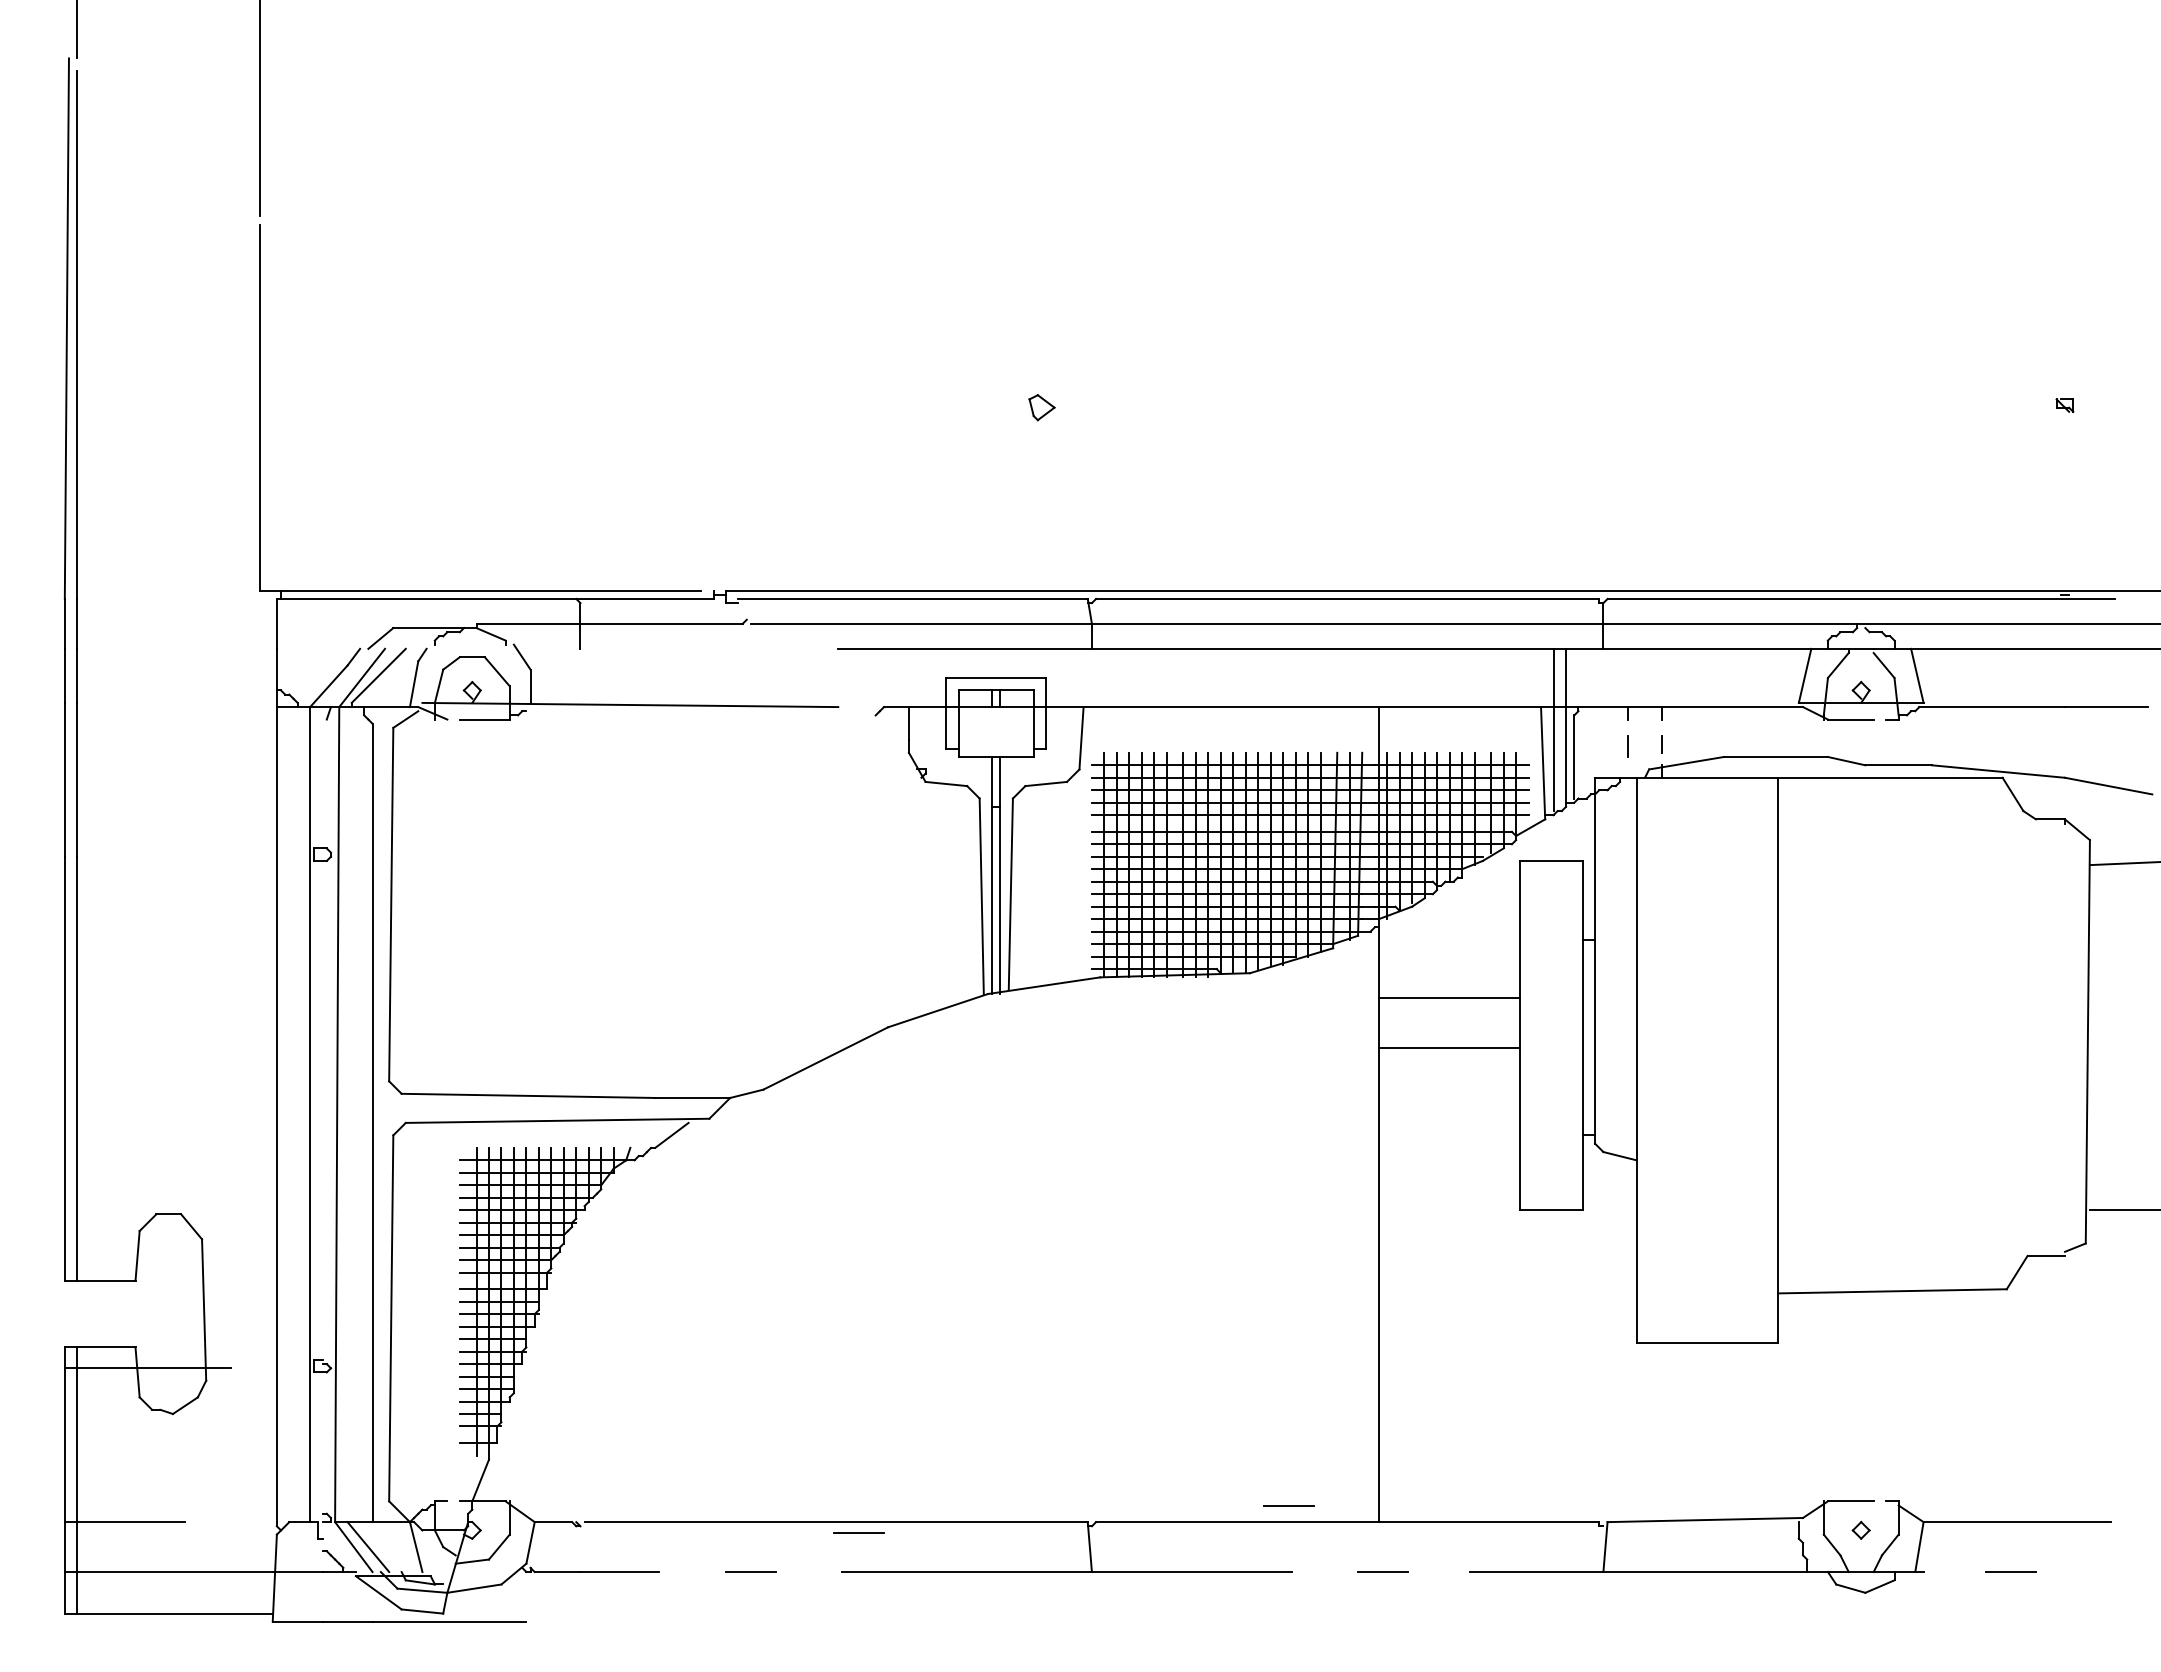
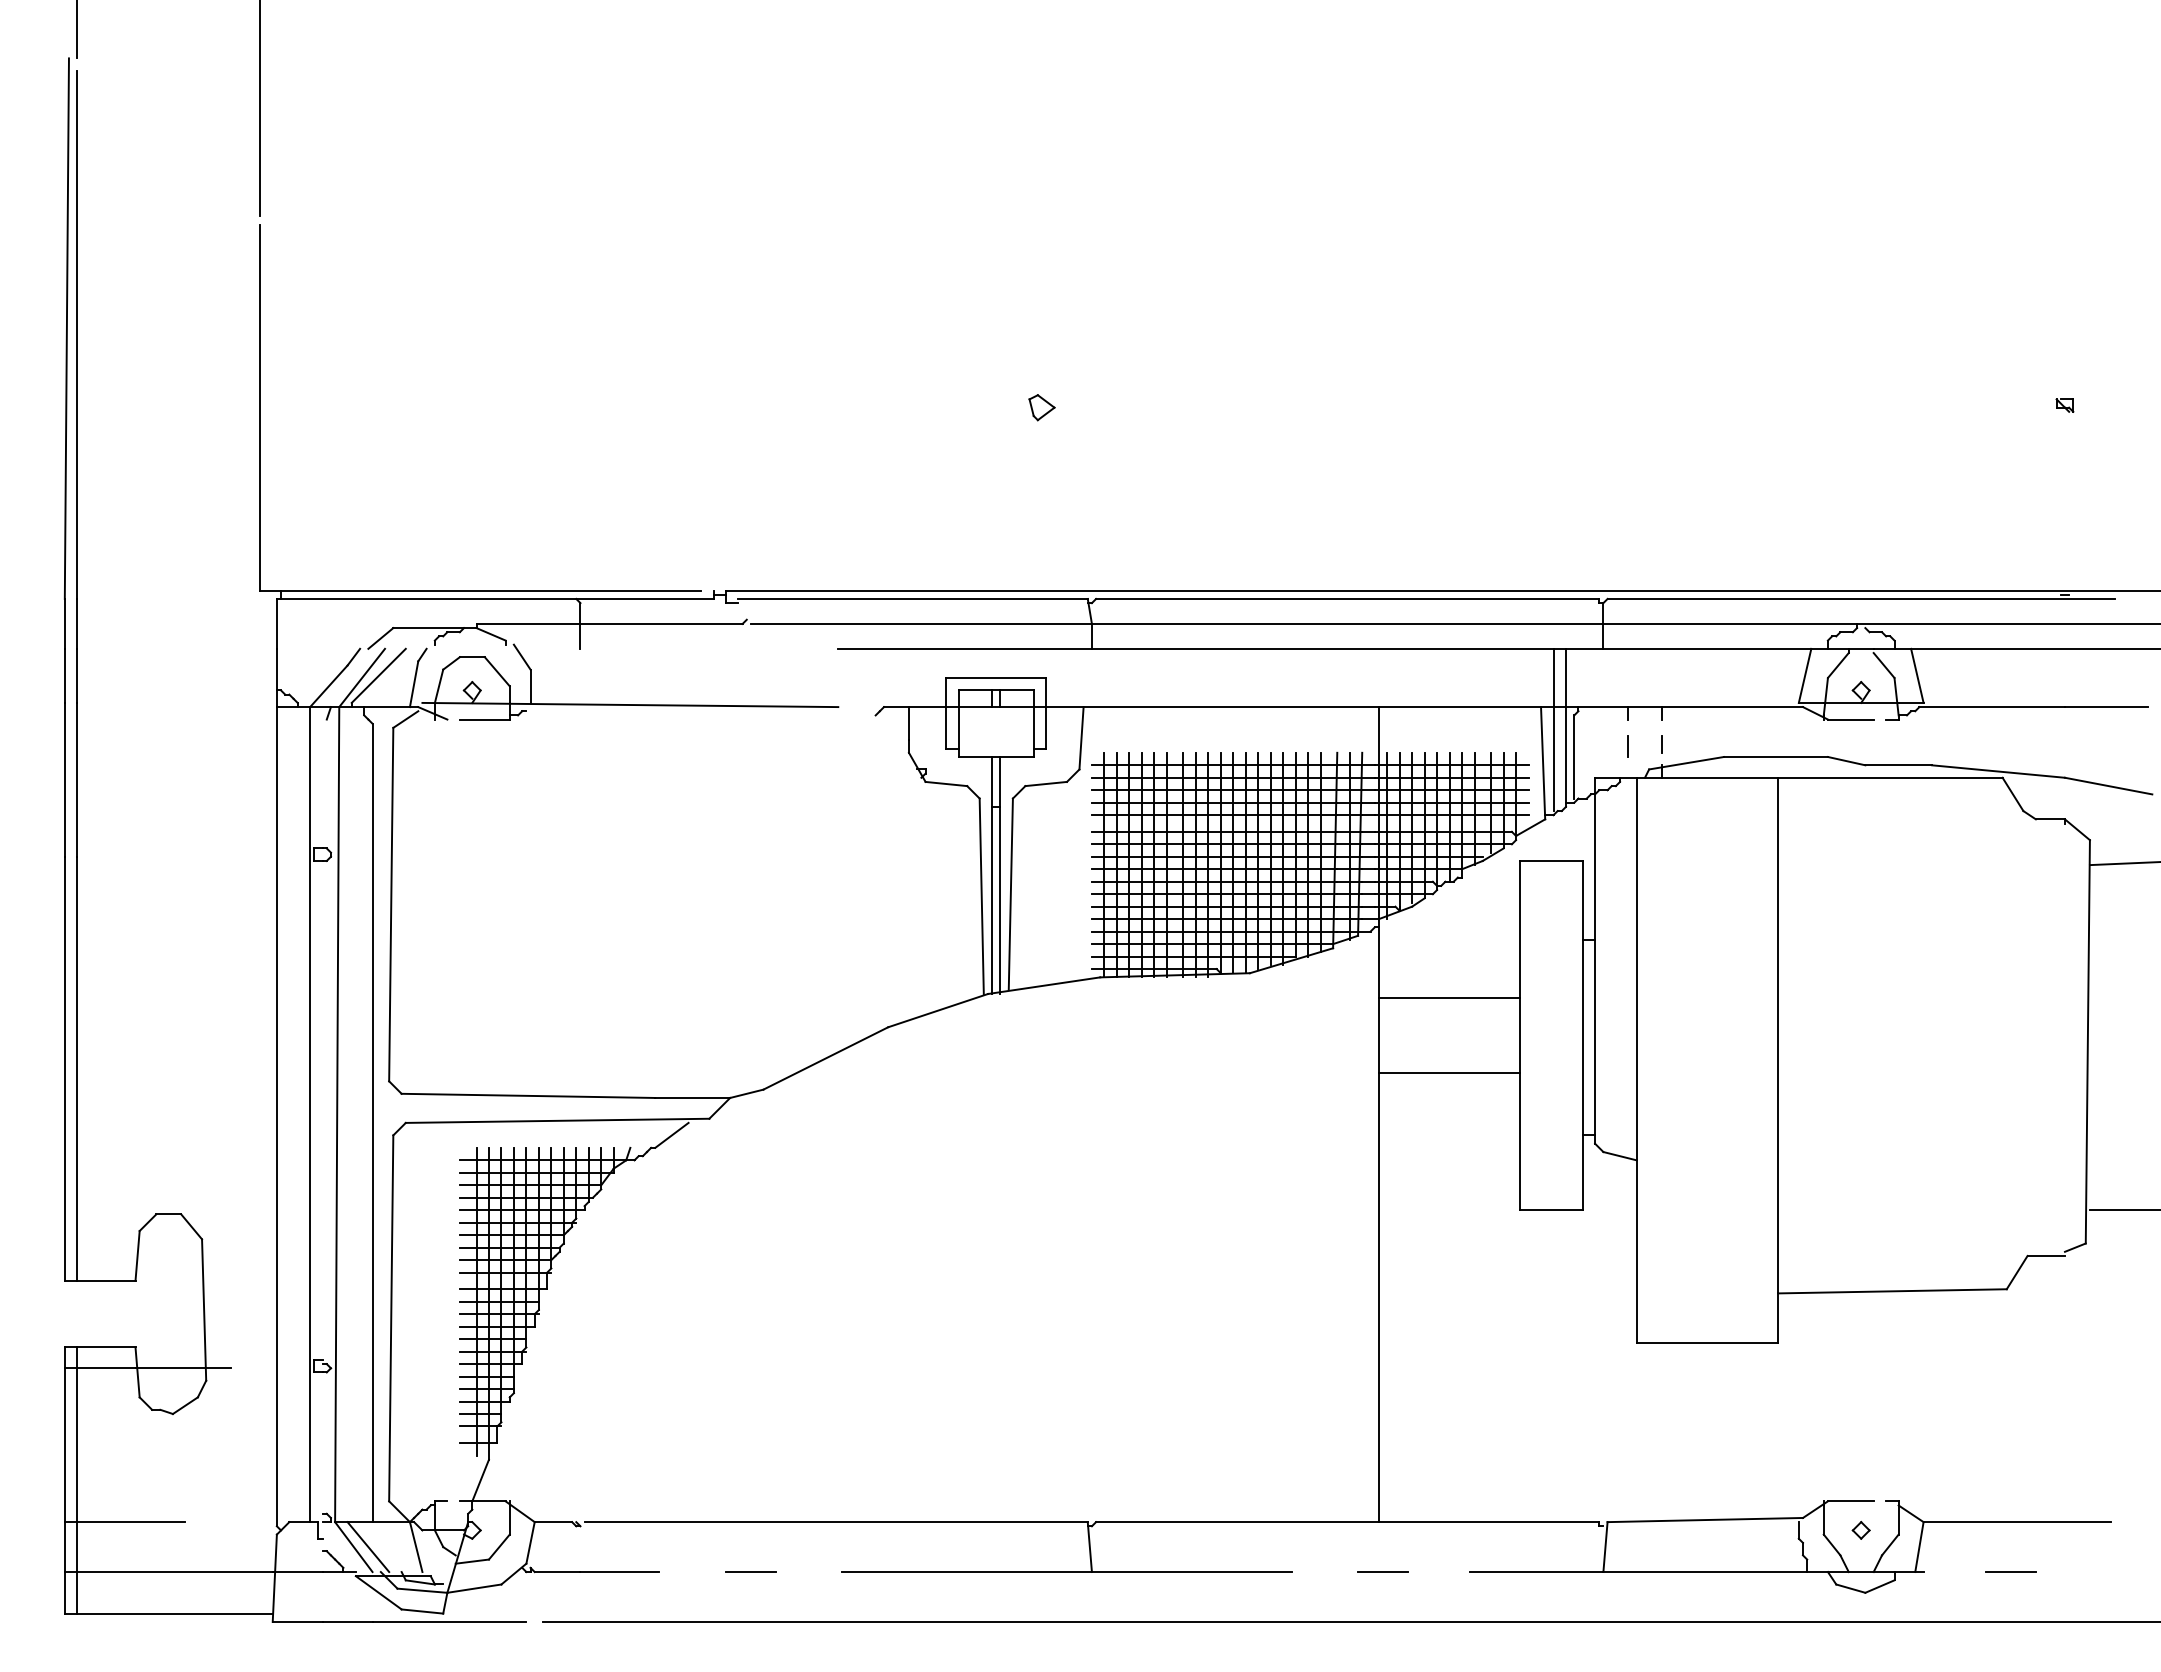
line at (1449, 1048) position: (1449, 1048) -> (1449, 1073)
line at (1288, 1505): present -> none
line at (858, 1532): present -> none
line at (1350, 1621): none -> present
